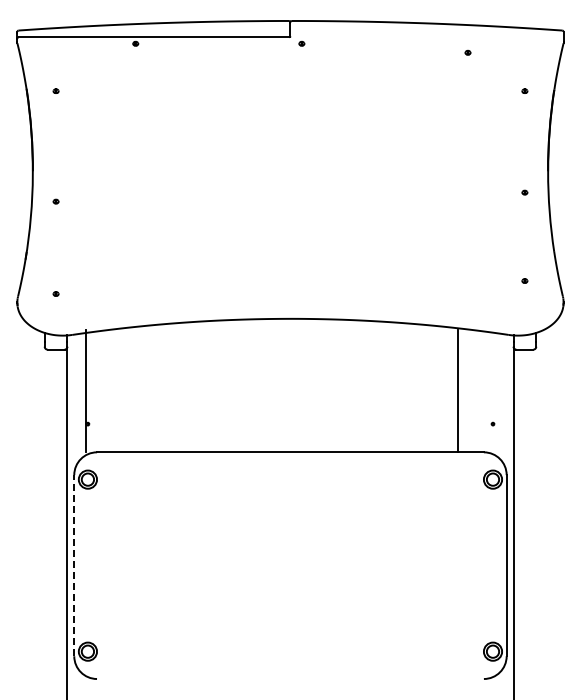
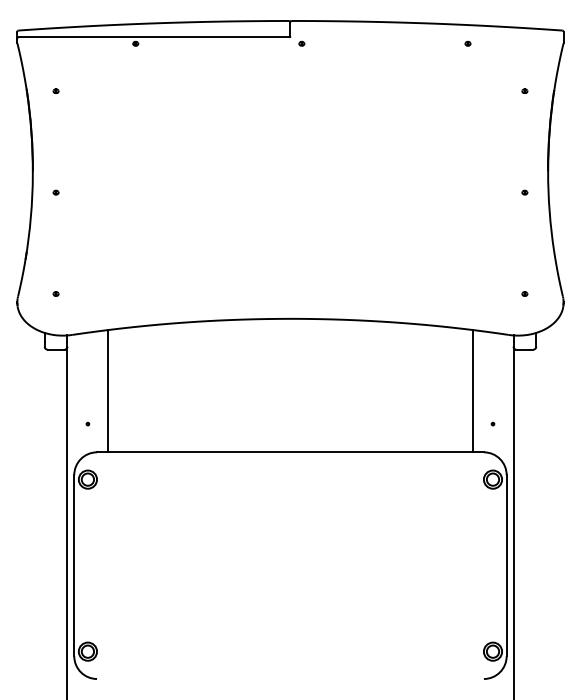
part at (467, 52) position: (467, 52) -> (467, 43)
part at (55, 201) position: (55, 201) -> (55, 192)
part at (524, 280) position: (524, 280) -> (524, 293)
line at (86, 391) position: (86, 391) -> (108, 391)
line at (457, 391) position: (457, 391) -> (472, 391)
line at (74, 565): dashed -> solid
